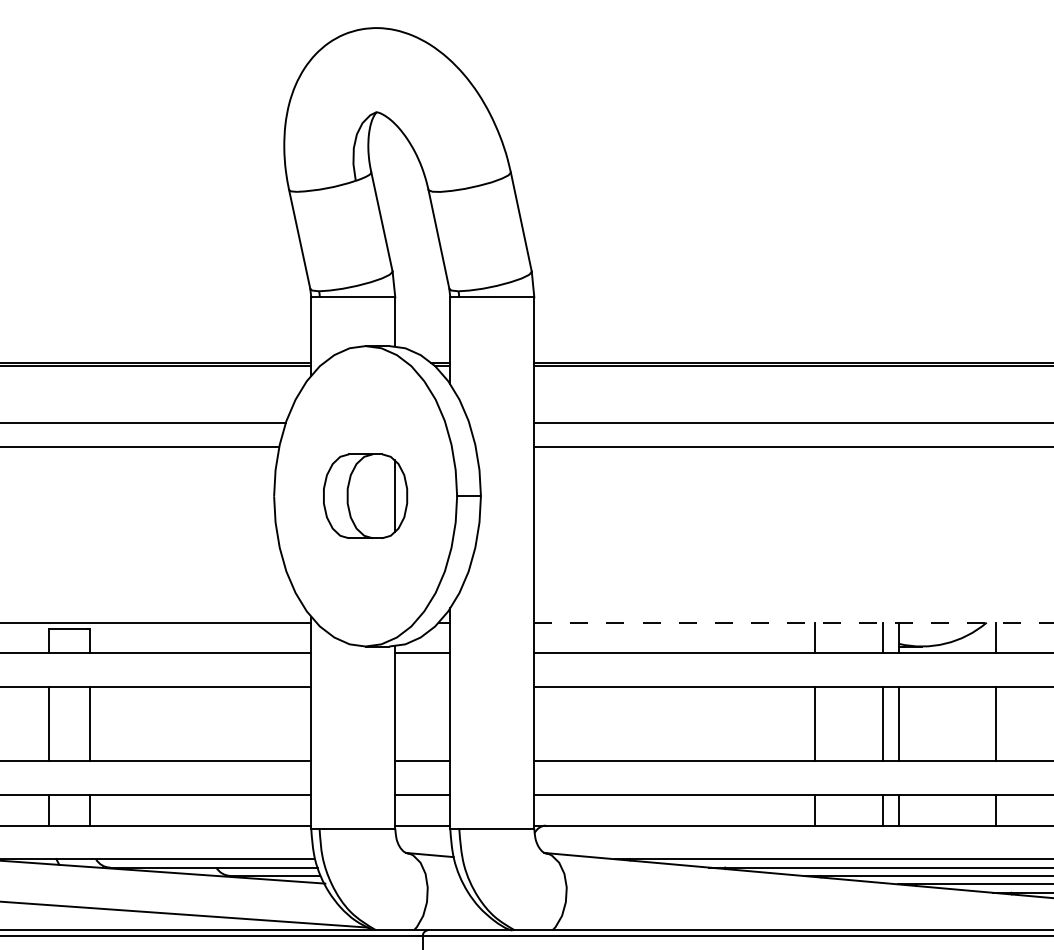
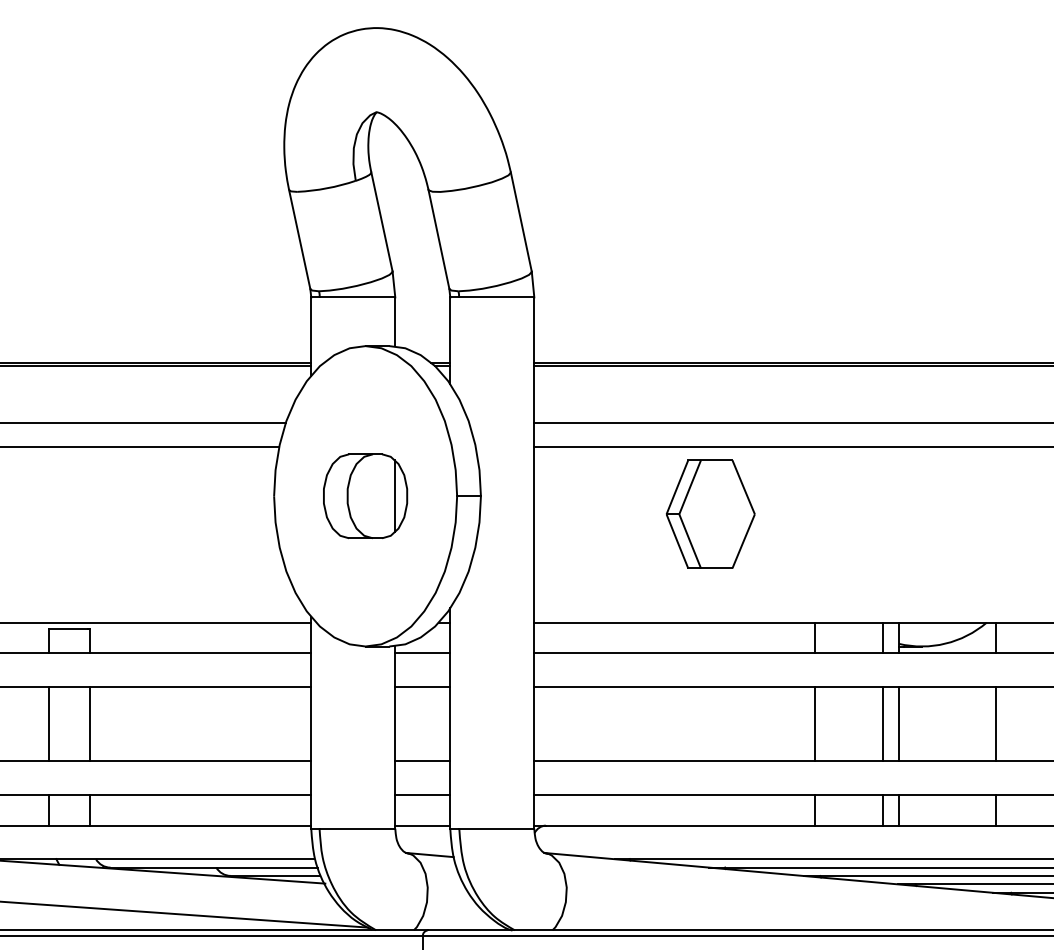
part at (710, 513): none -> present
line at (794, 622): dashed -> solid
line at (422, 686): none -> present
